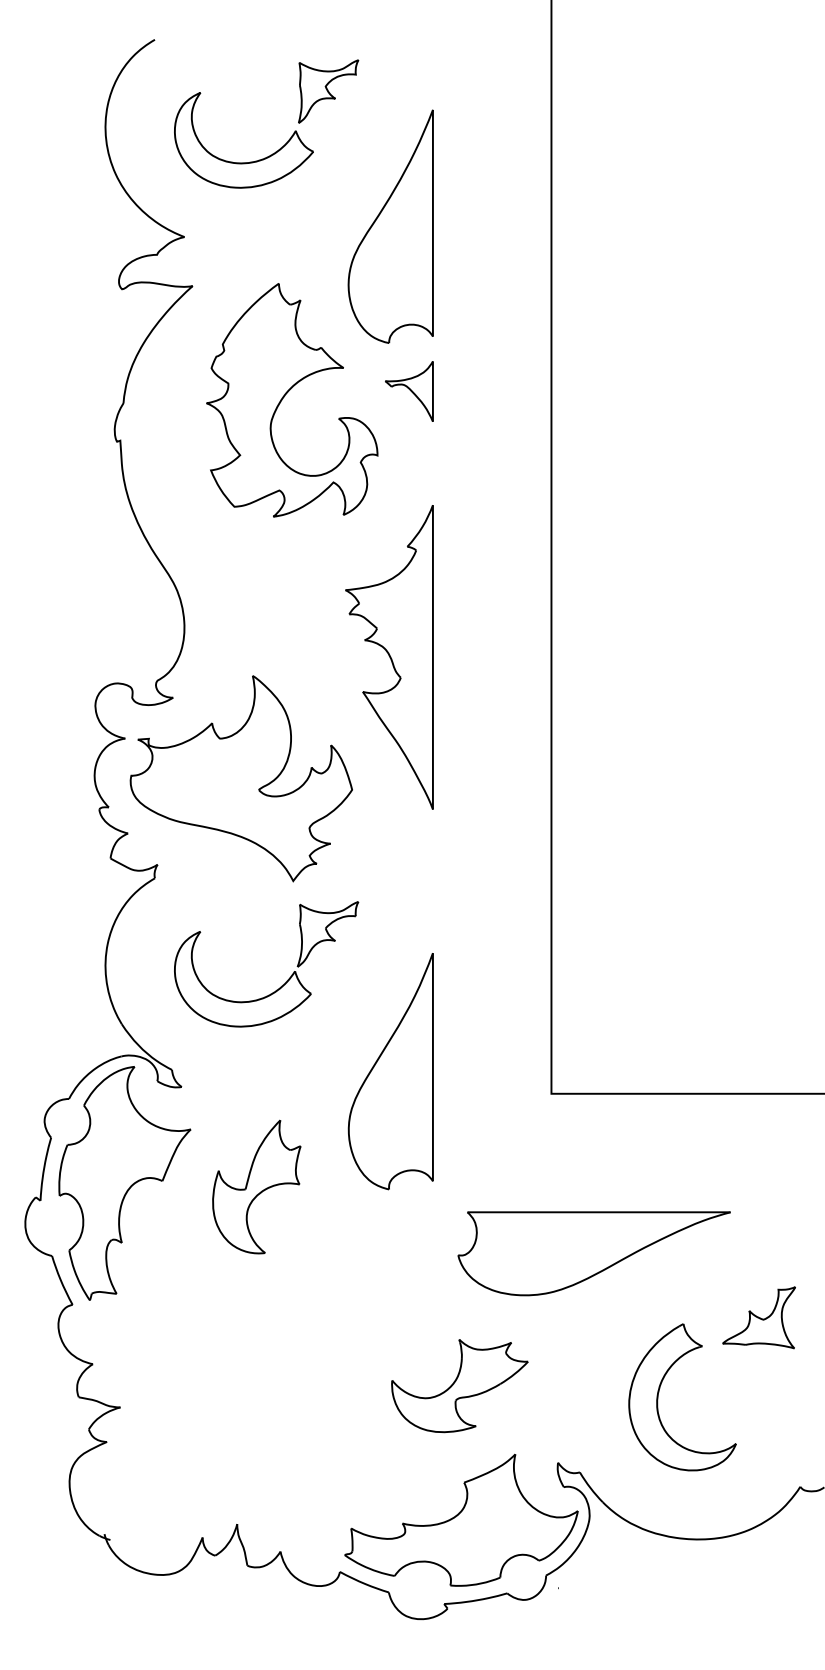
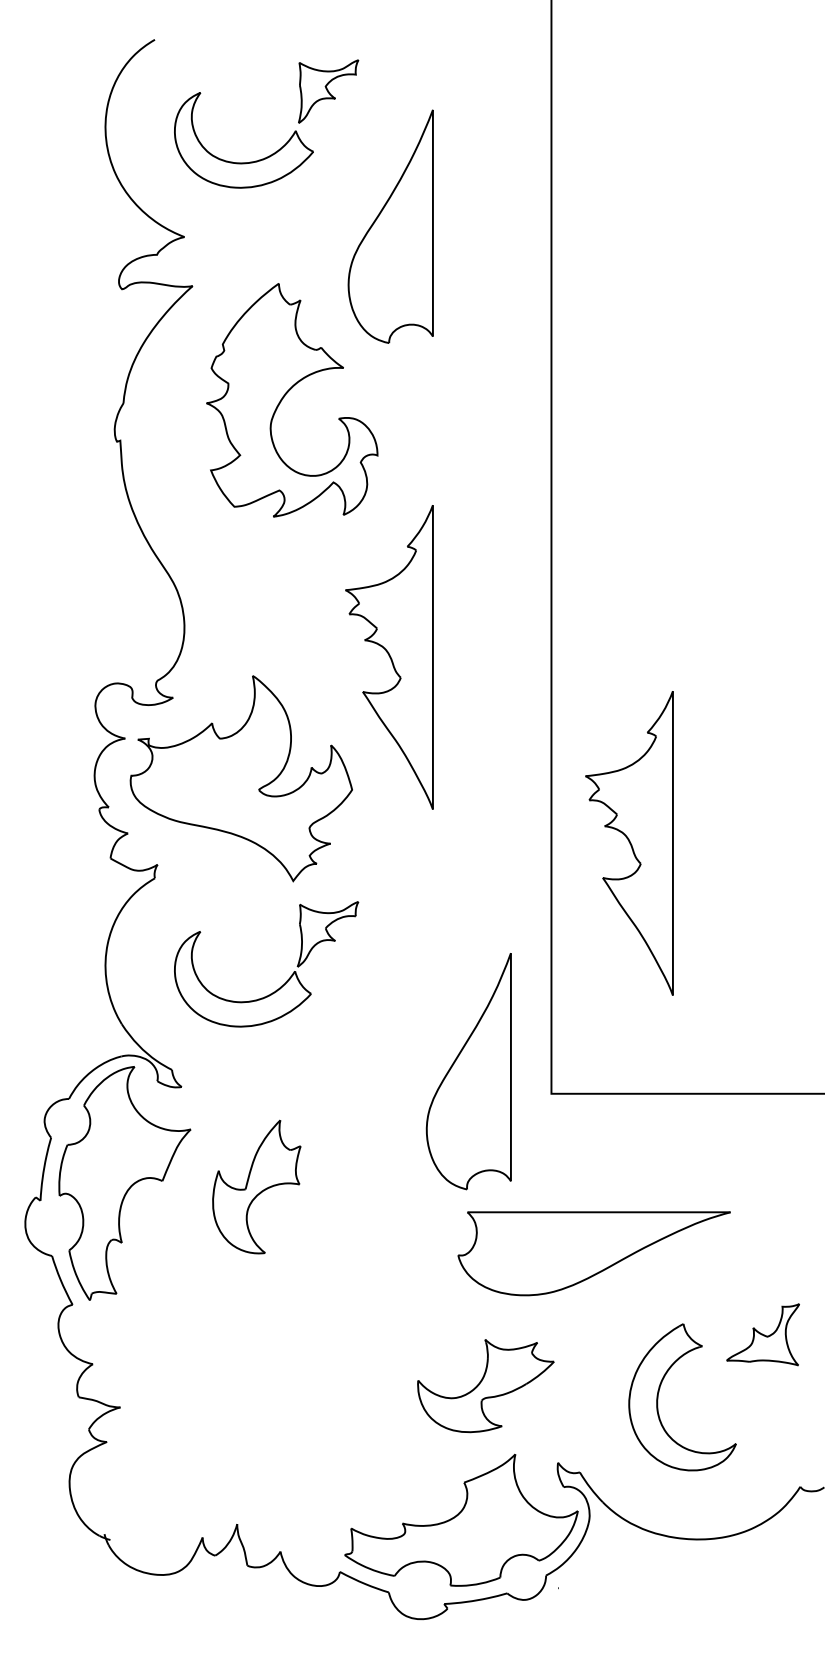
part at (409, 391): present -> none
part at (629, 843): none -> present
part at (390, 1071) position: (390, 1071) -> (468, 1071)
part at (758, 1317) position: (758, 1317) -> (762, 1334)
part at (459, 1386) position: (459, 1386) -> (485, 1386)
